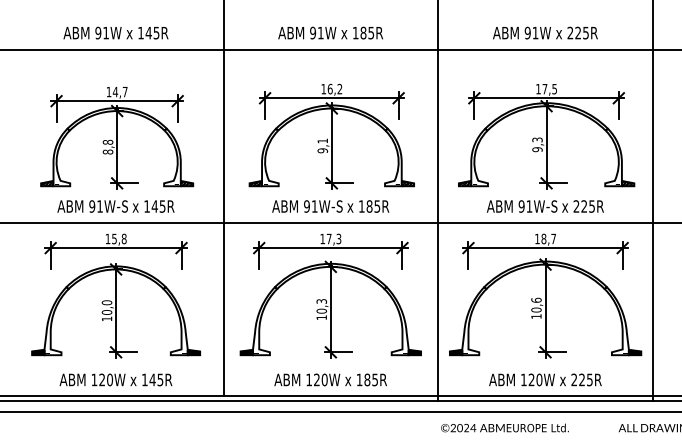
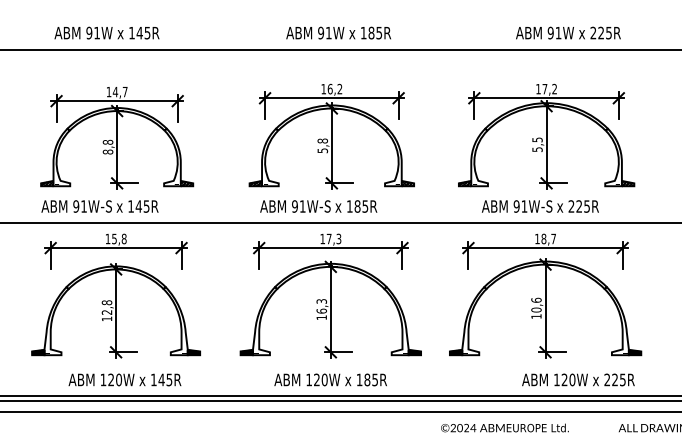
text at (115, 32) position: (115, 32) -> (106, 32)
text at (330, 32) position: (330, 32) -> (338, 32)
text at (545, 32) position: (545, 32) -> (568, 32)
text at (554, 88): 17,5 -> 17,2
text at (537, 144): 9,3 -> 5,5
text at (322, 145): 9,1 -> 5,8
line at (223, 199): present -> none
line at (438, 201): present -> none
line at (652, 201): present -> none
text at (115, 206) position: (115, 206) -> (99, 206)
text at (330, 206) position: (330, 206) -> (318, 206)
text at (545, 206) position: (545, 206) -> (540, 206)
text at (106, 307): 10,0 -> 12,8
text at (321, 310): 10,3 -> 16,3
text at (115, 379) position: (115, 379) -> (124, 379)
text at (545, 379) position: (545, 379) -> (578, 379)
